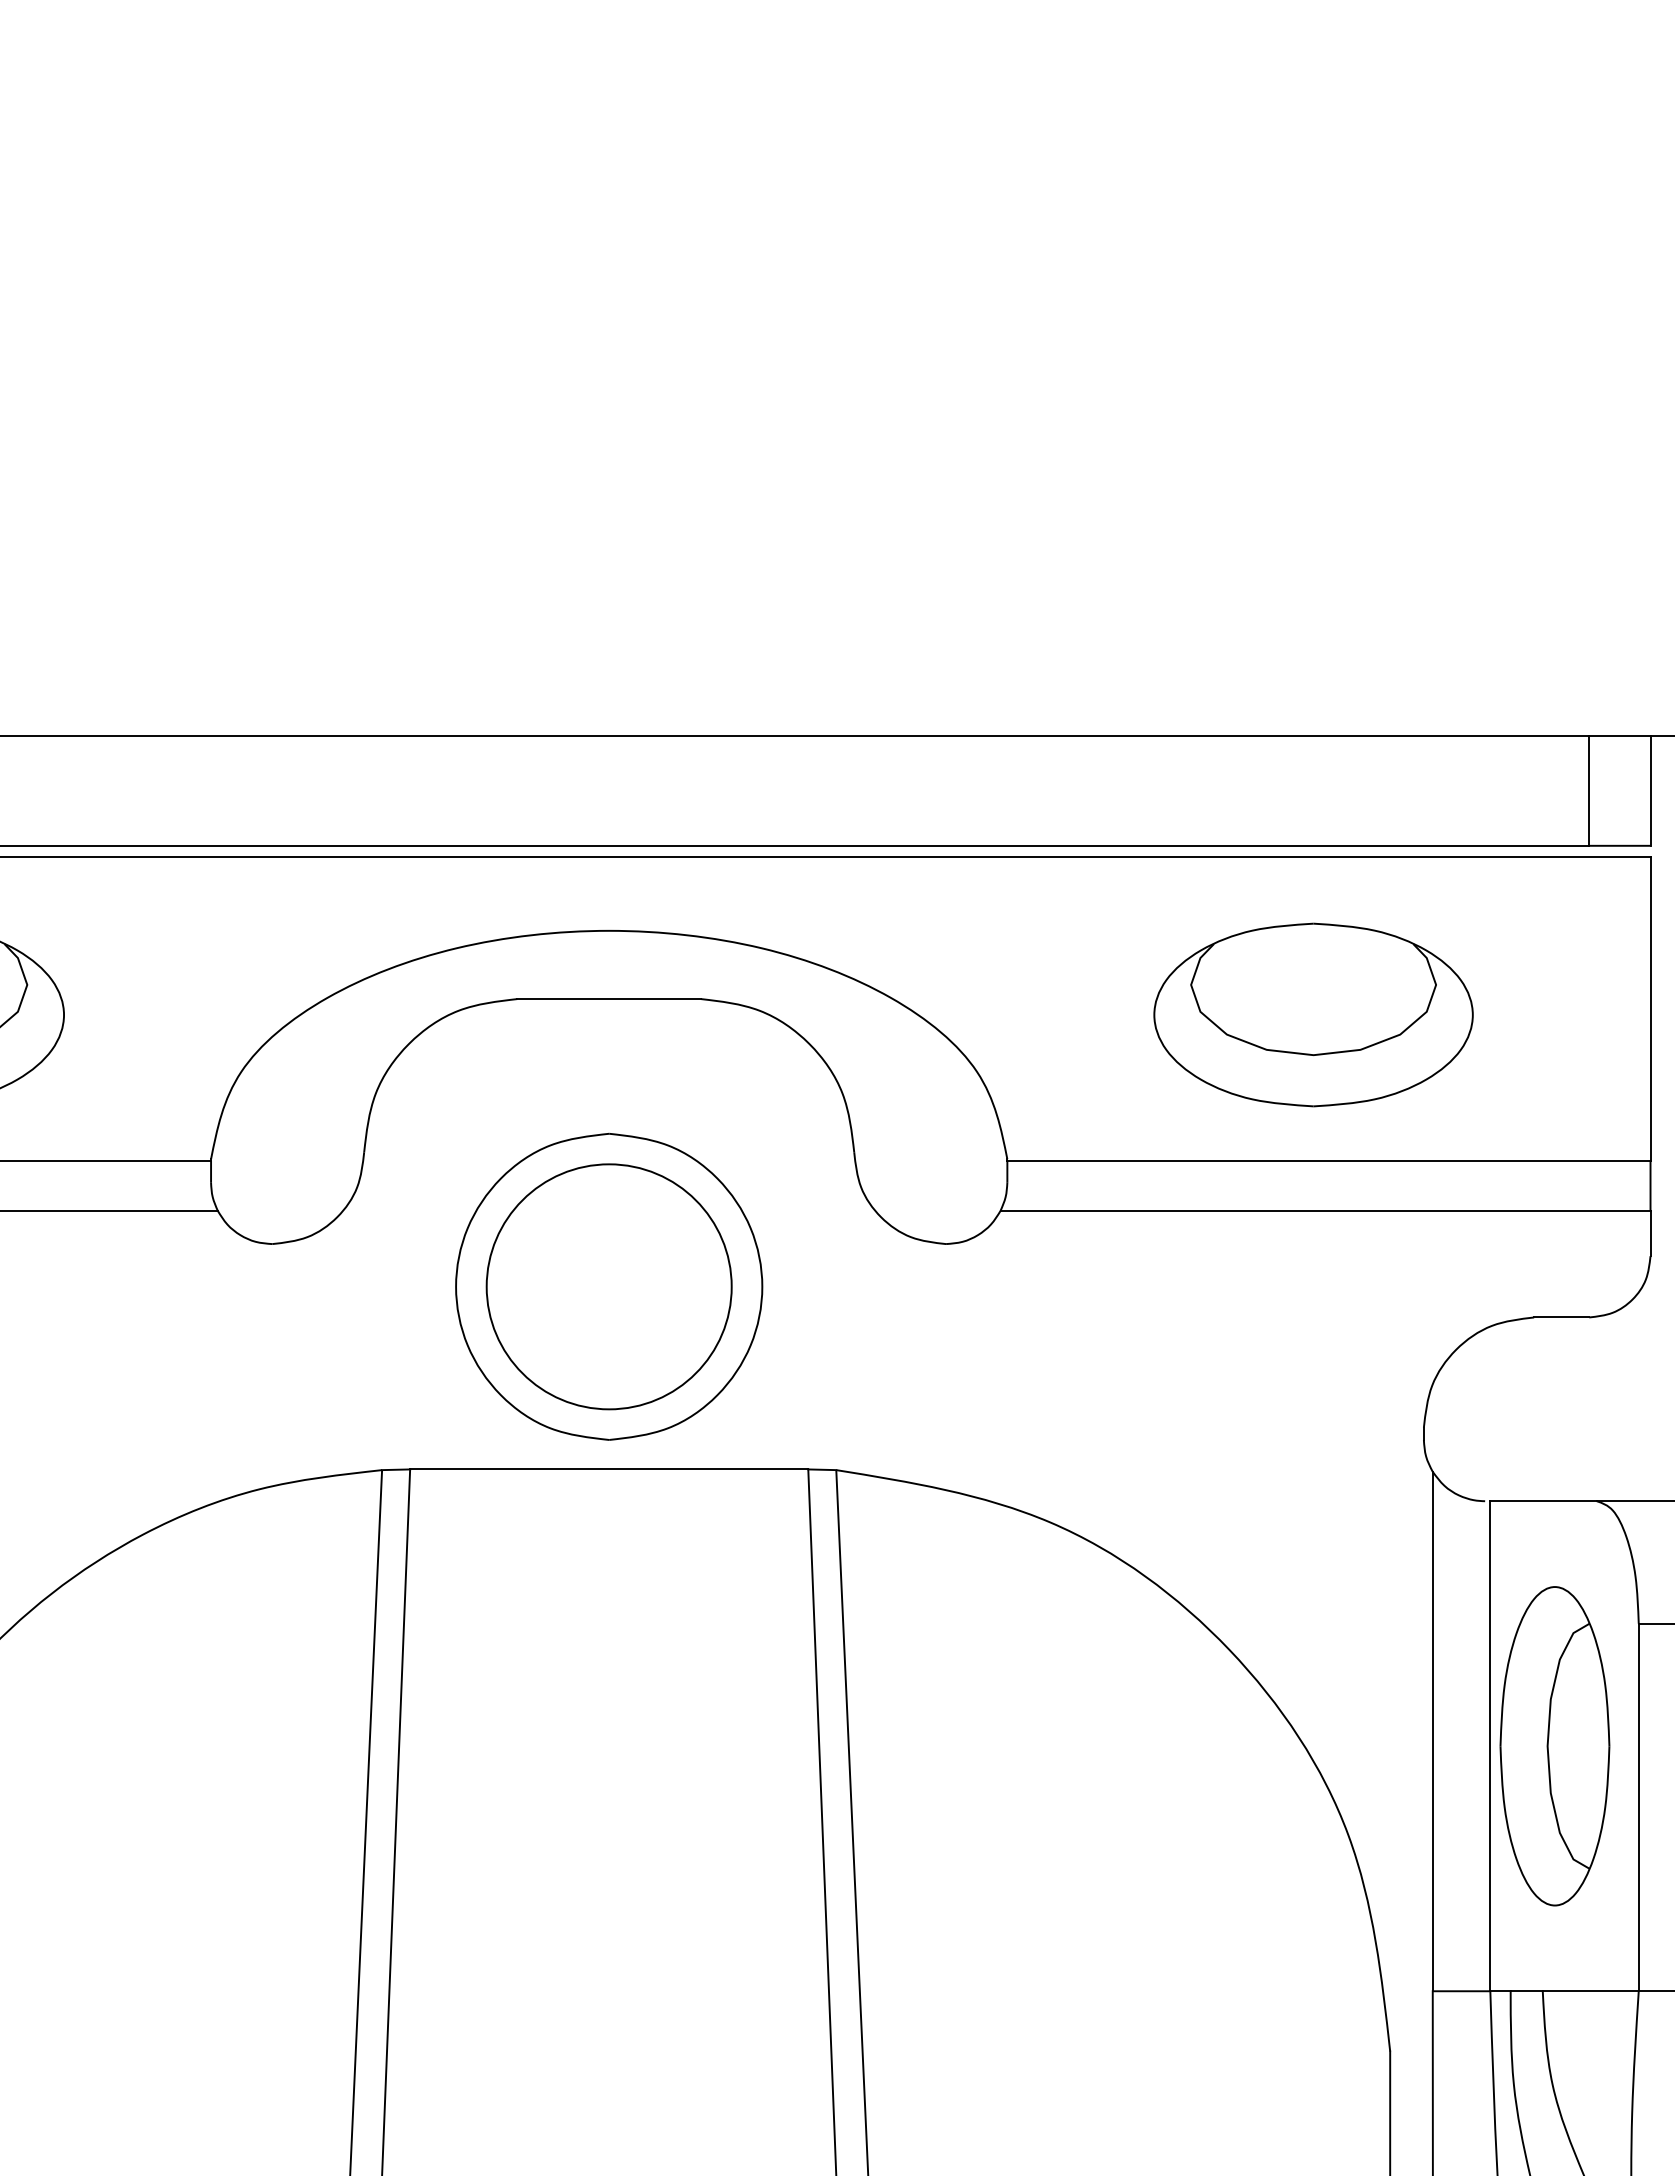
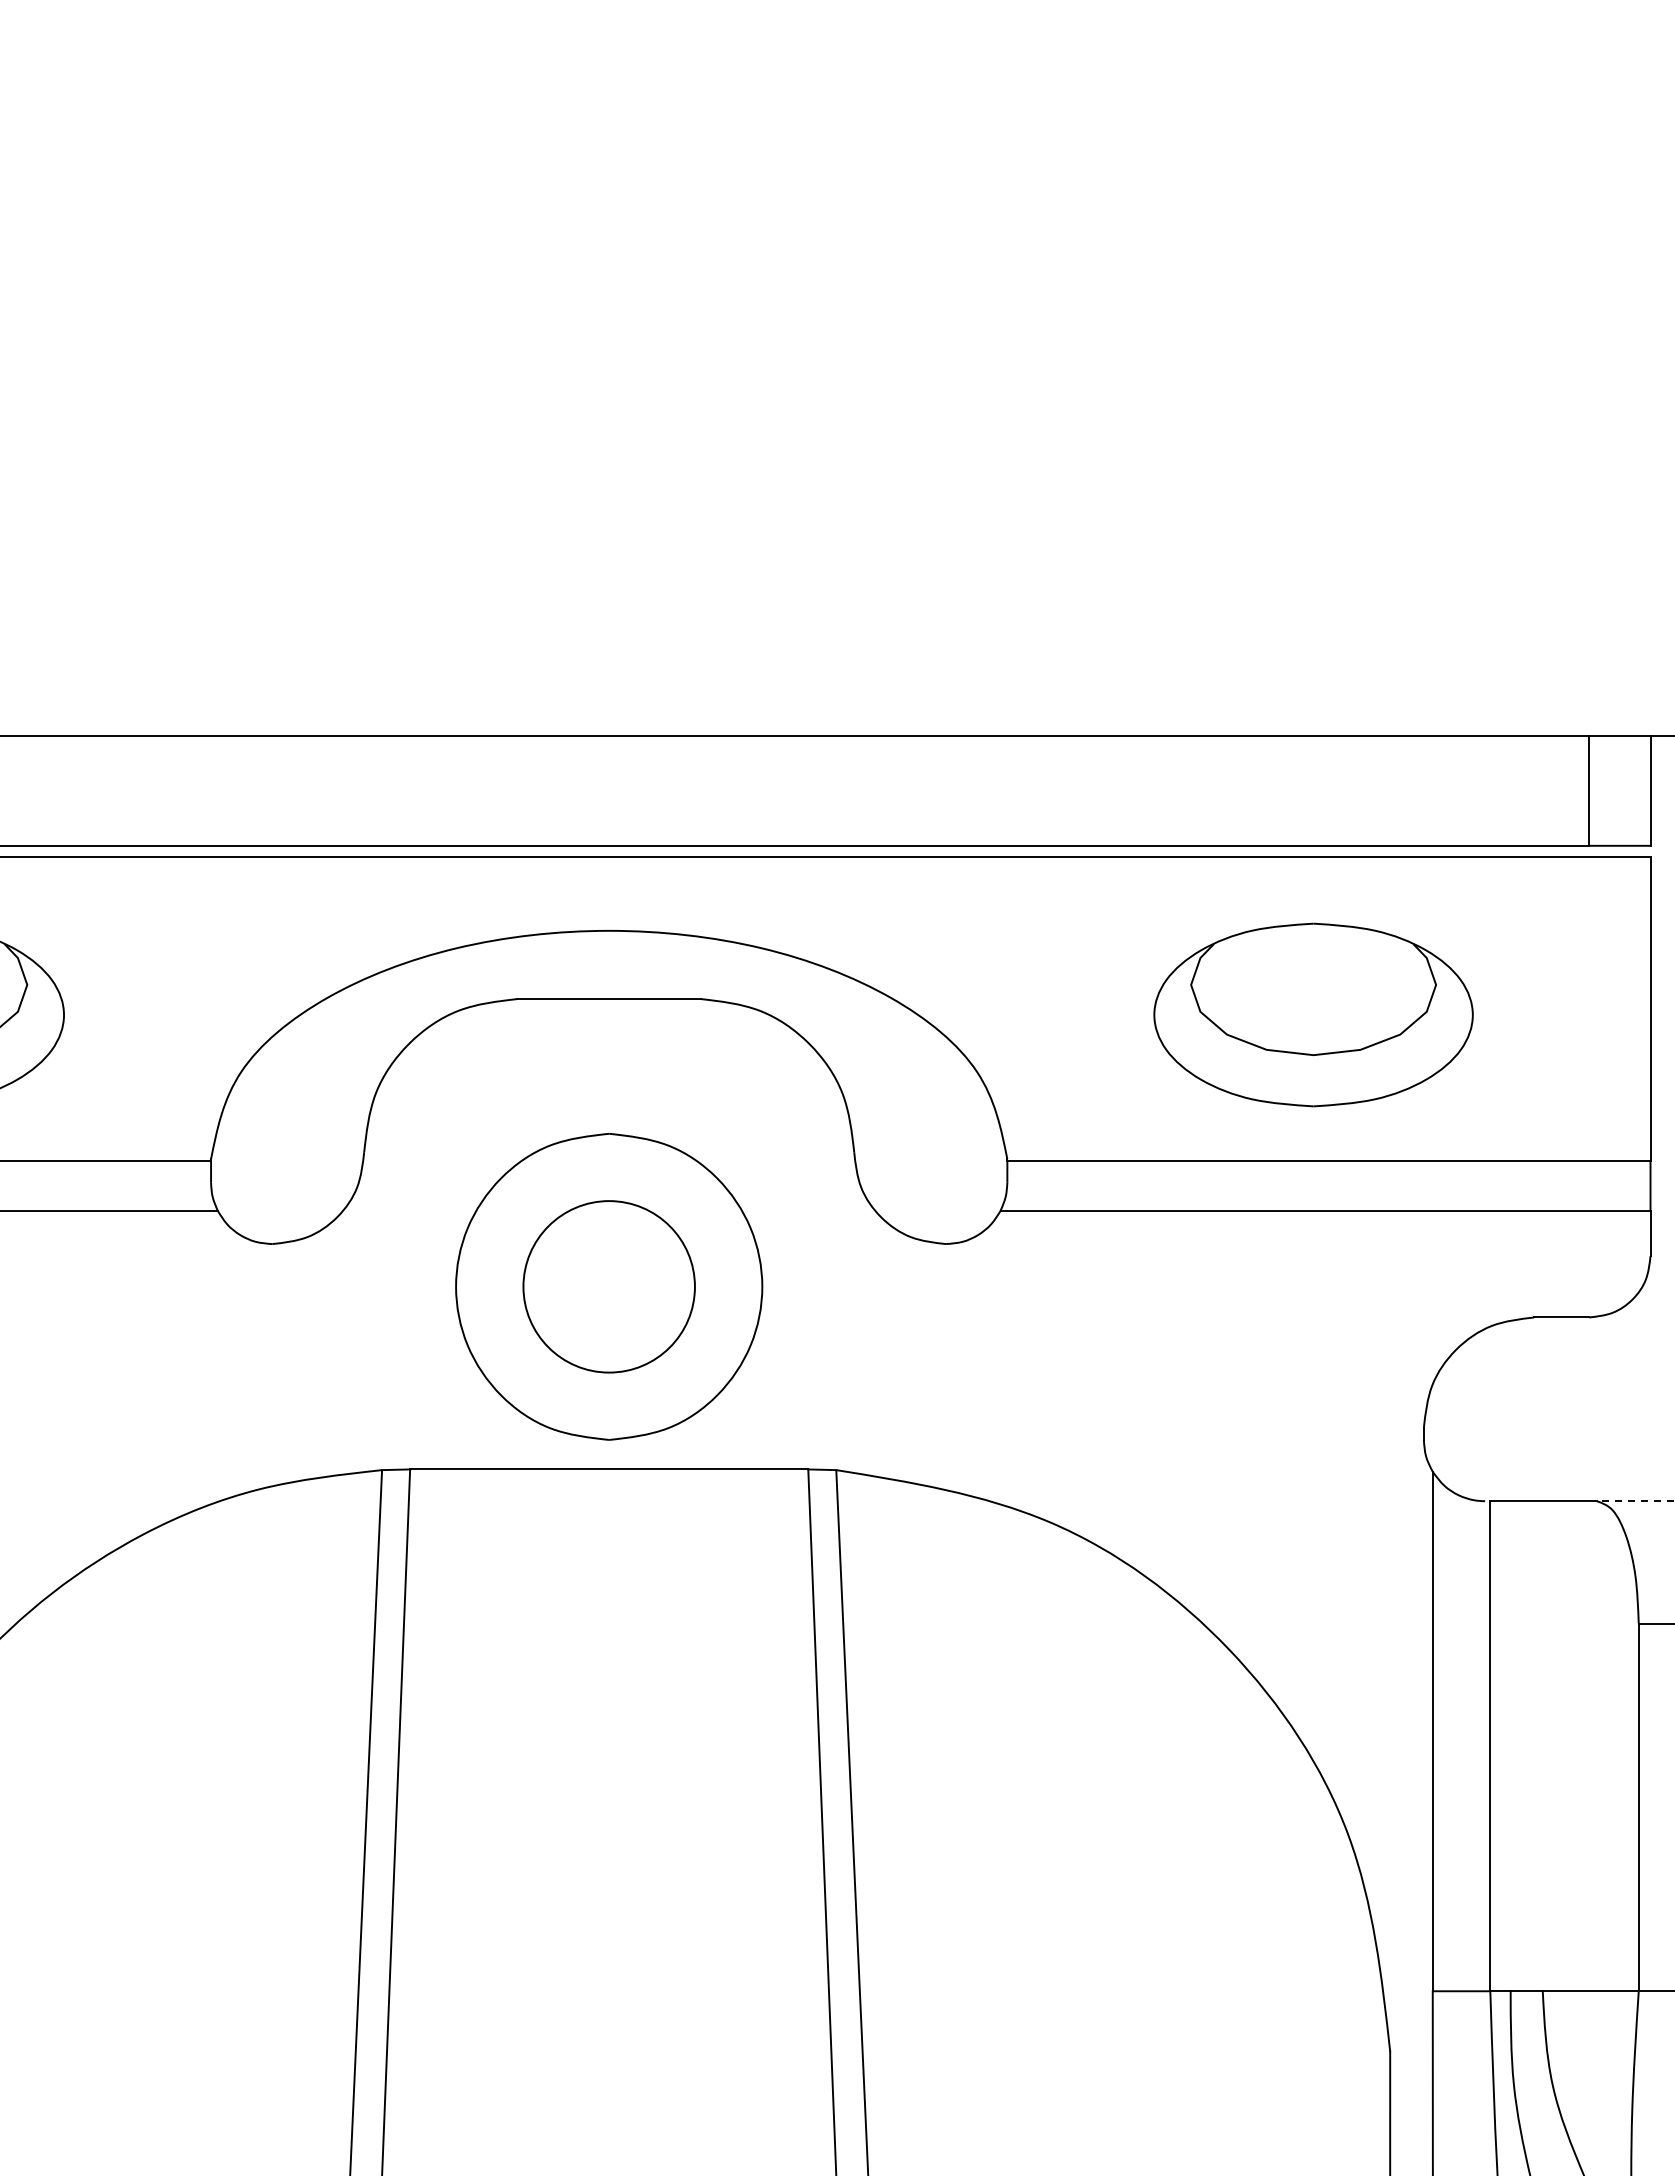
circle at (608, 1286) diameter: 245 px -> 172 px
line at (1635, 1501): solid -> dashed
part at (1554, 1746): present -> none
